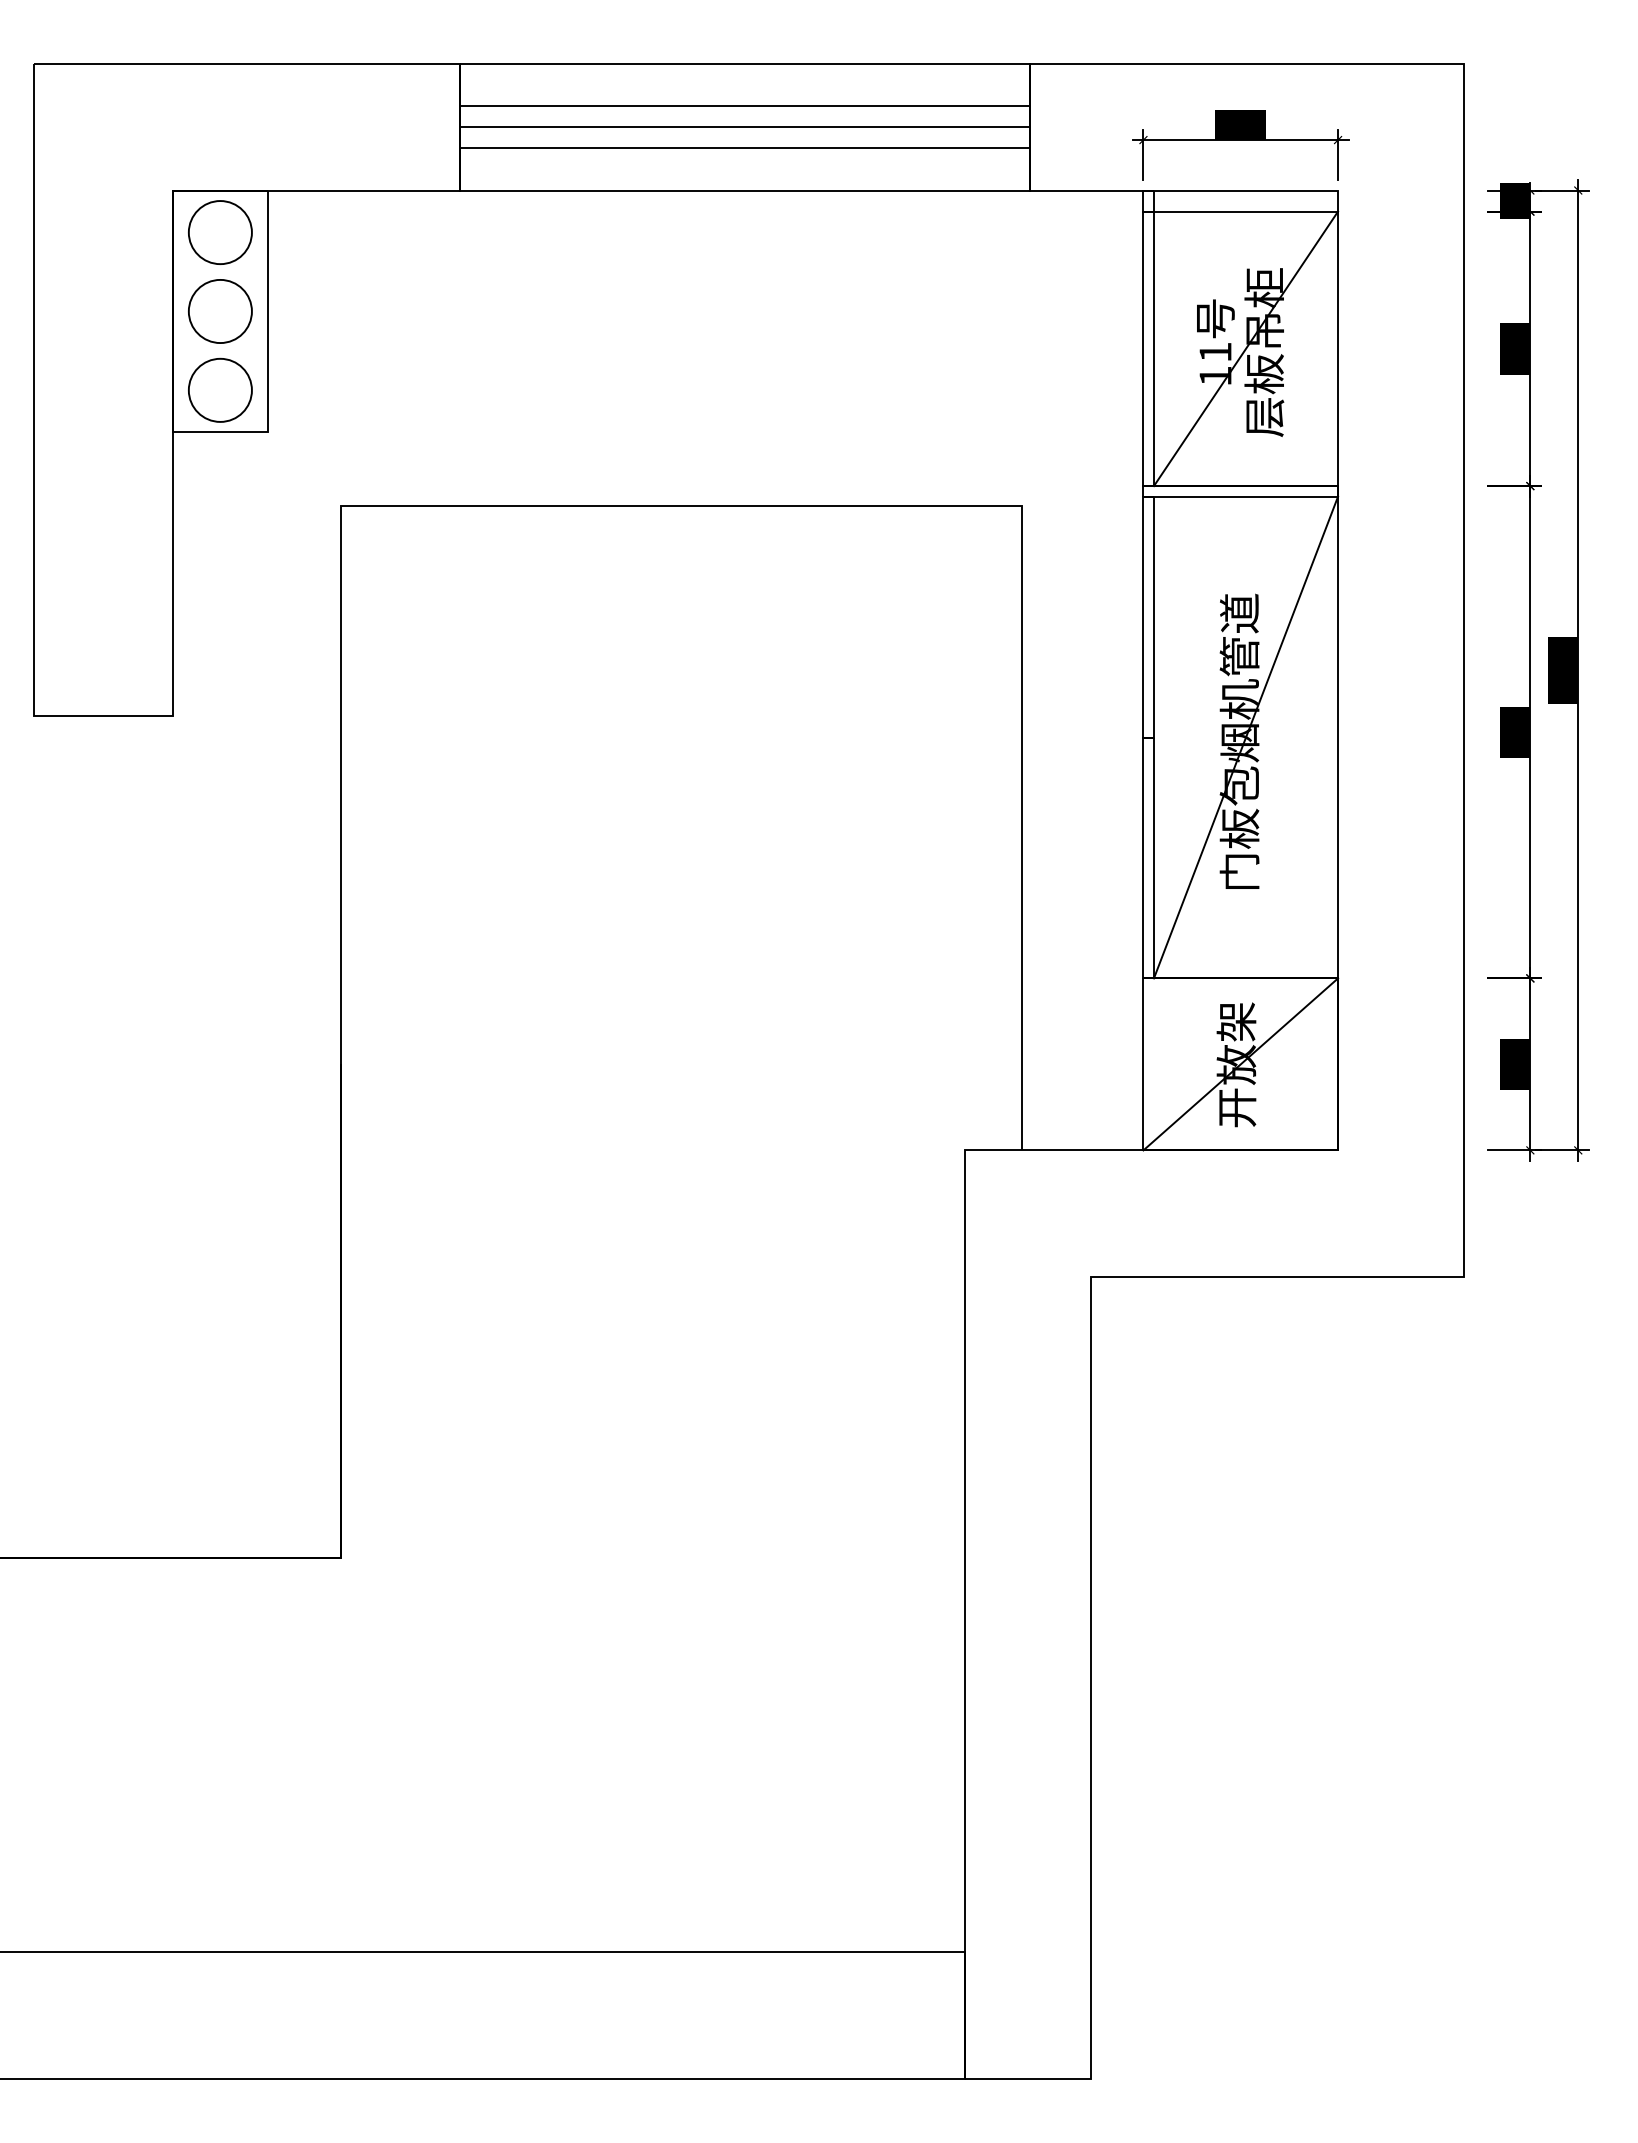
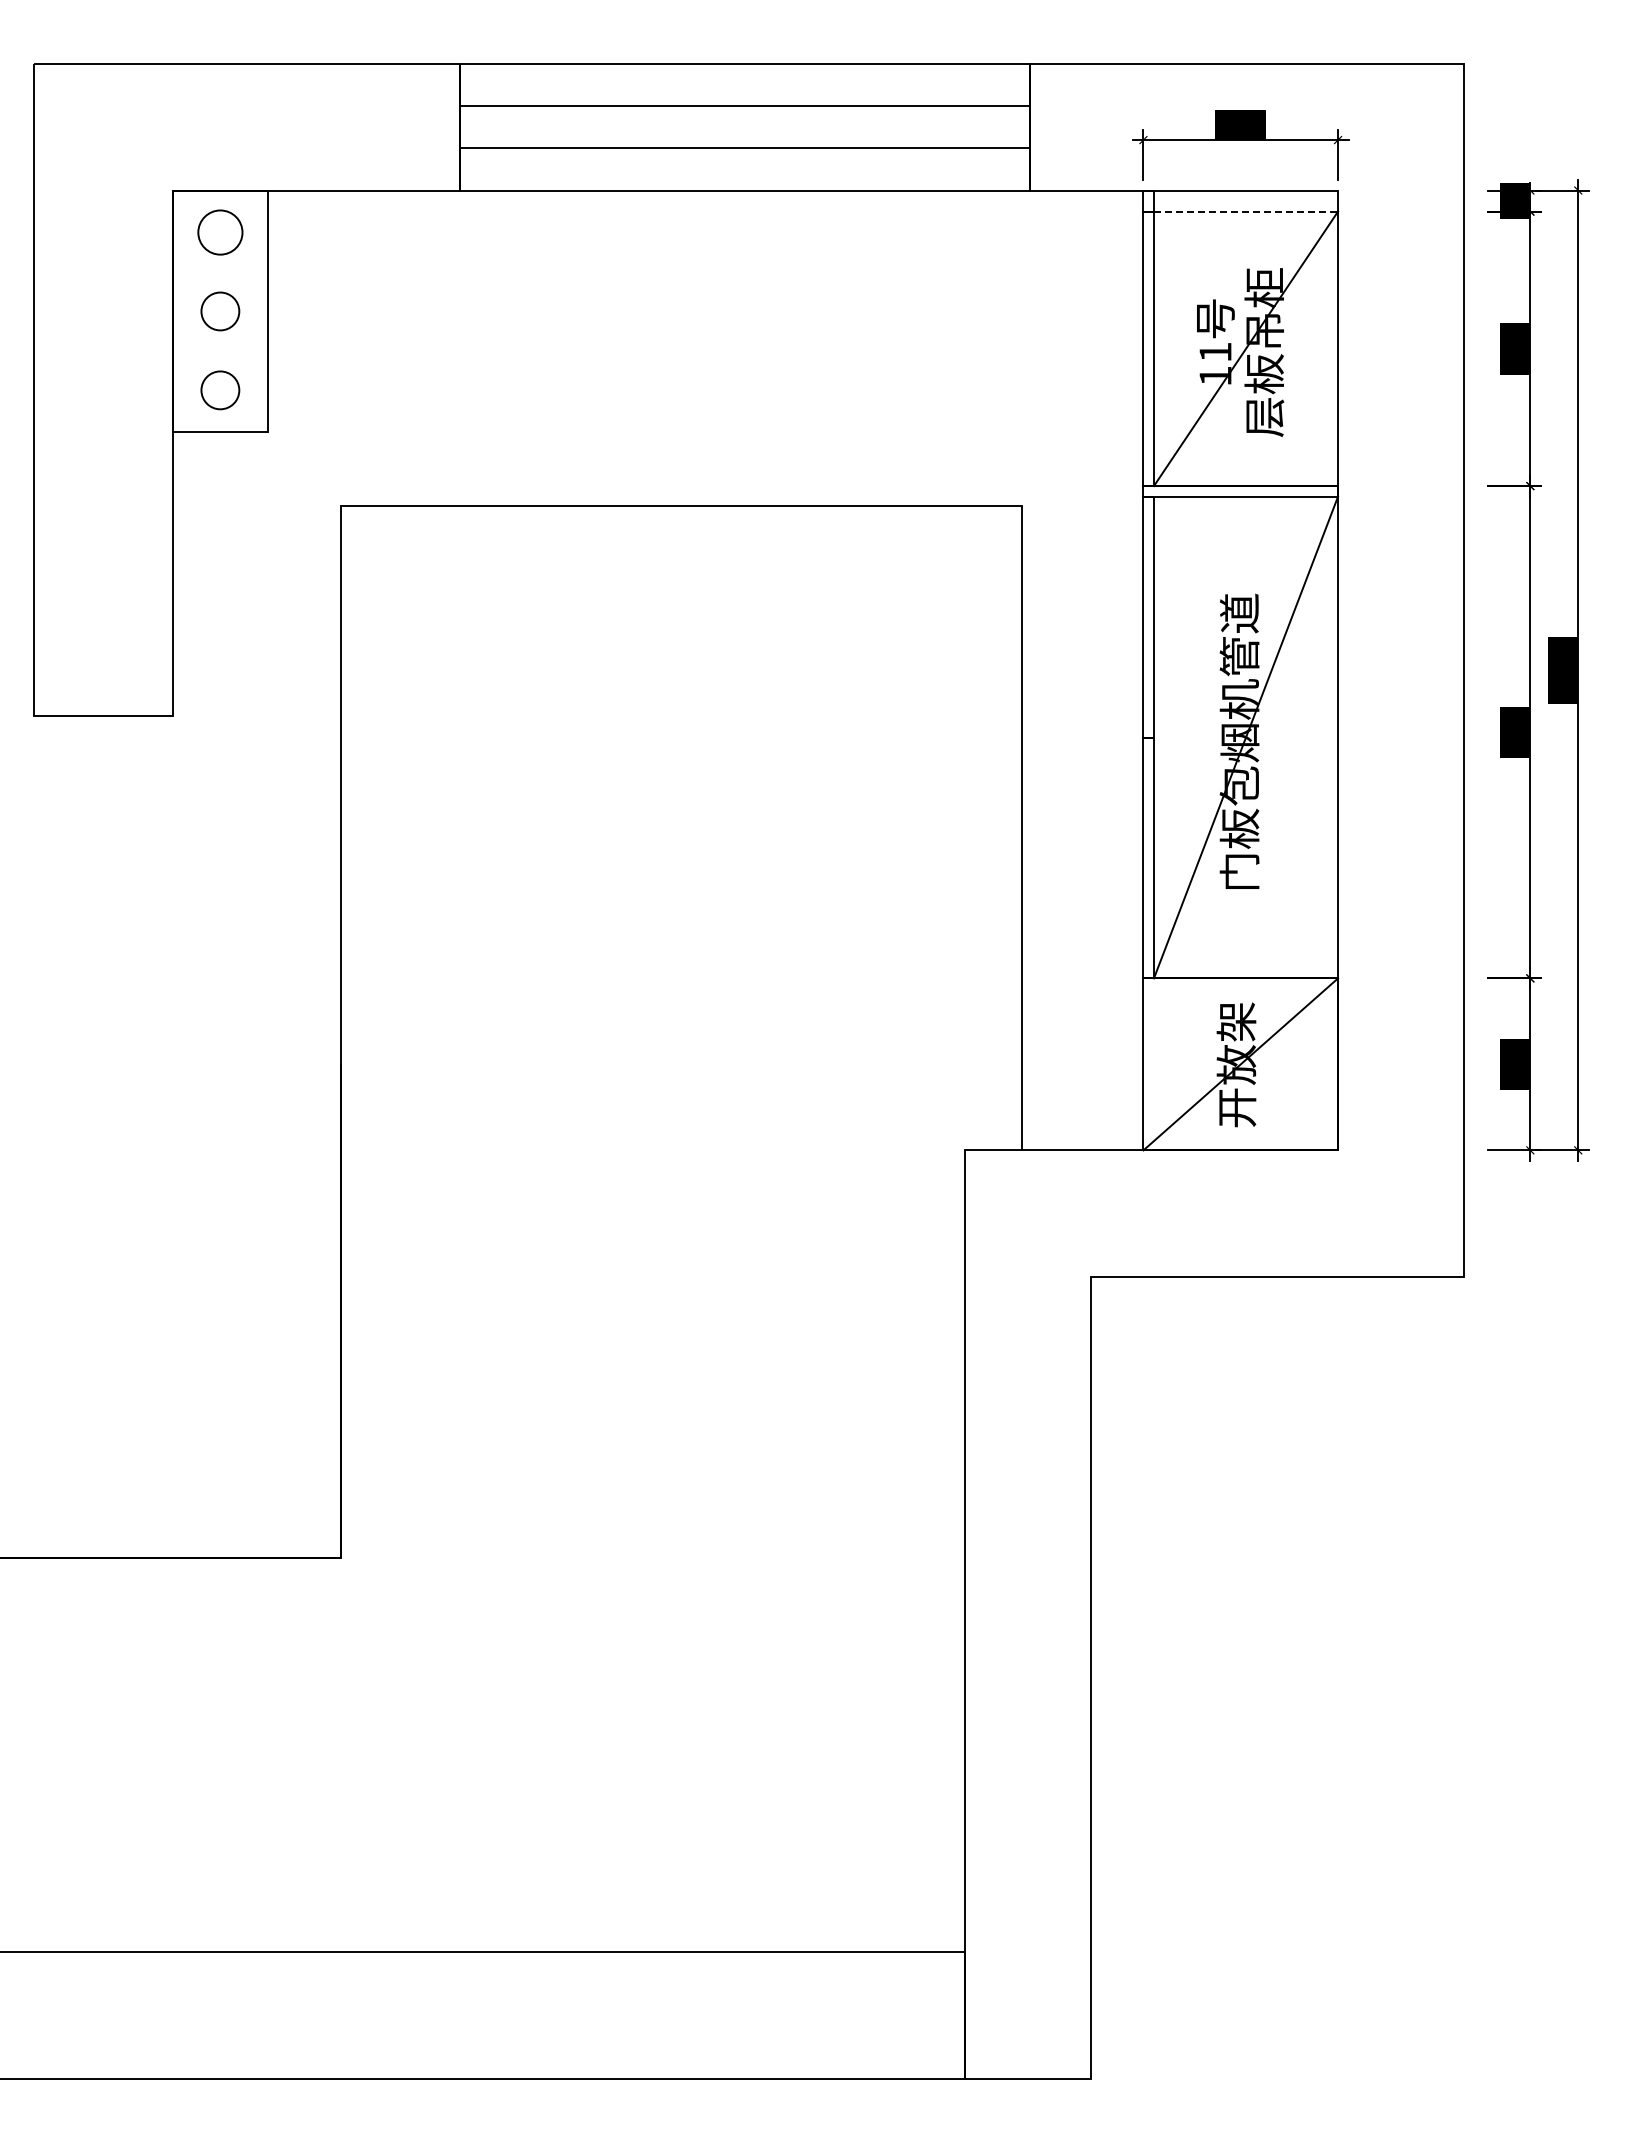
line at (744, 127): present -> none
line at (1246, 211): solid -> dashed
circle at (220, 232) size: 65x65 px -> 47x47 px
circle at (219, 311) diameter: 63 px -> 38 px
circle at (219, 389) diameter: 63 px -> 38 px
